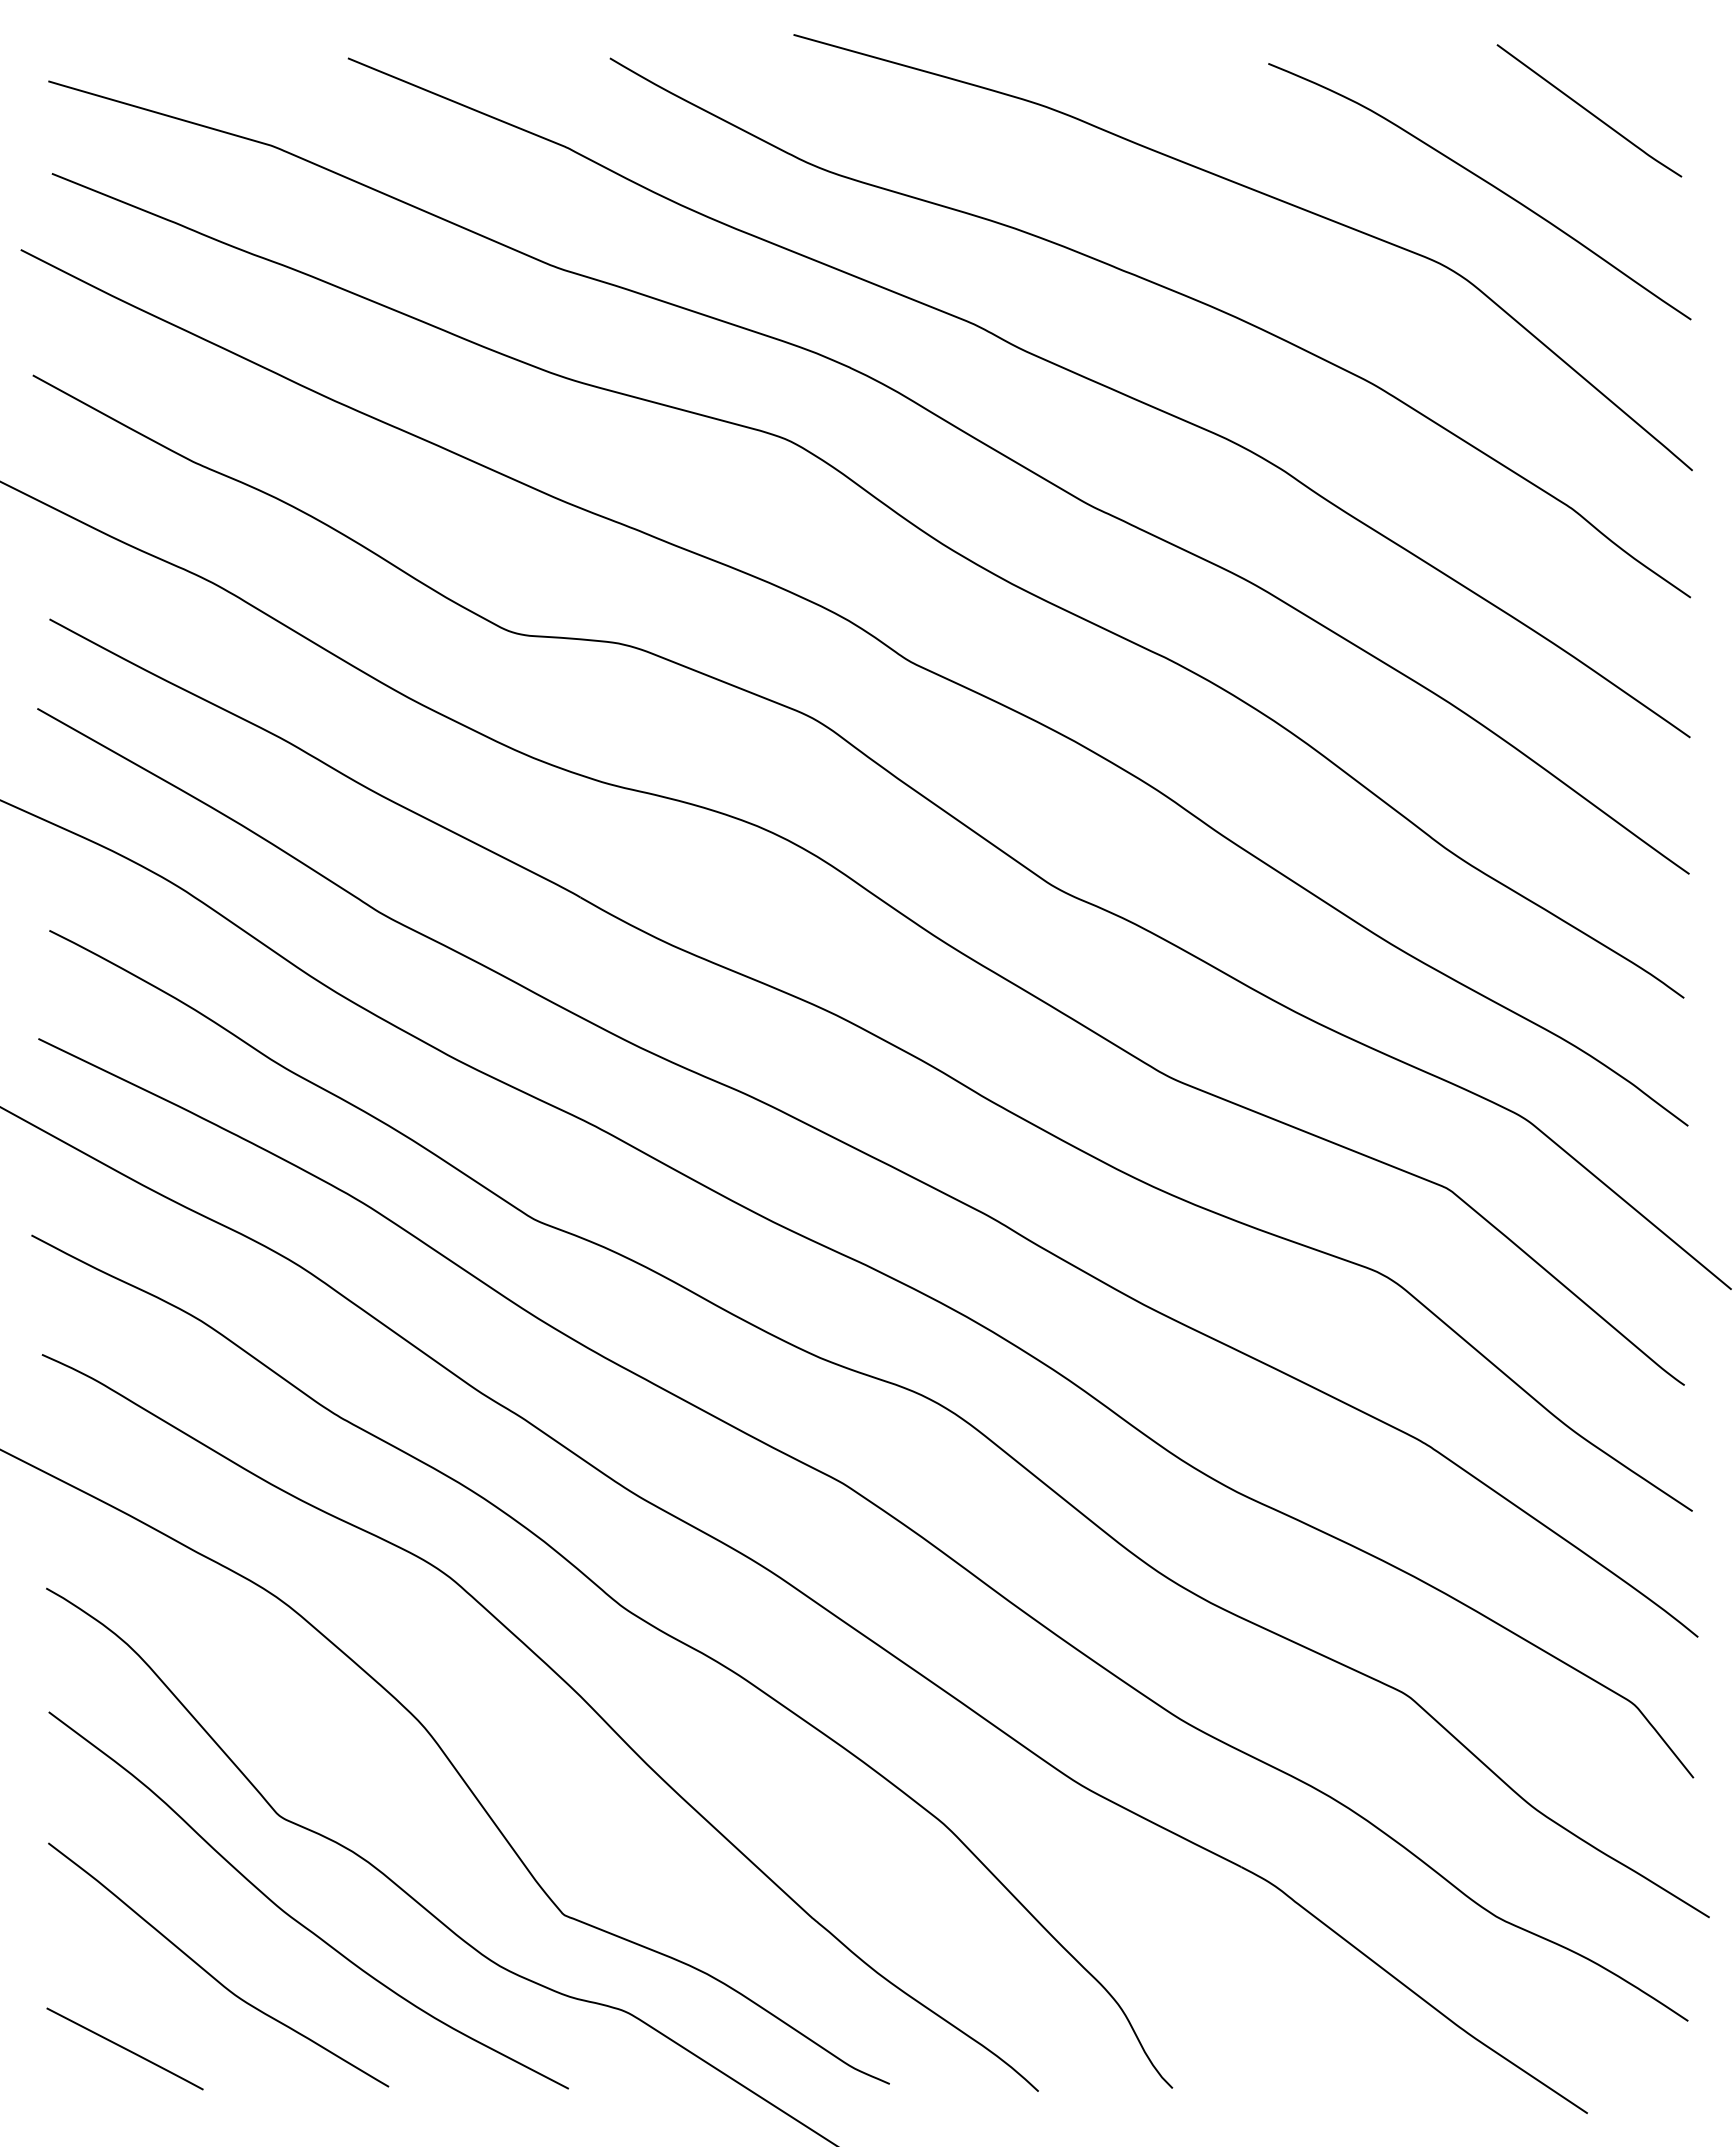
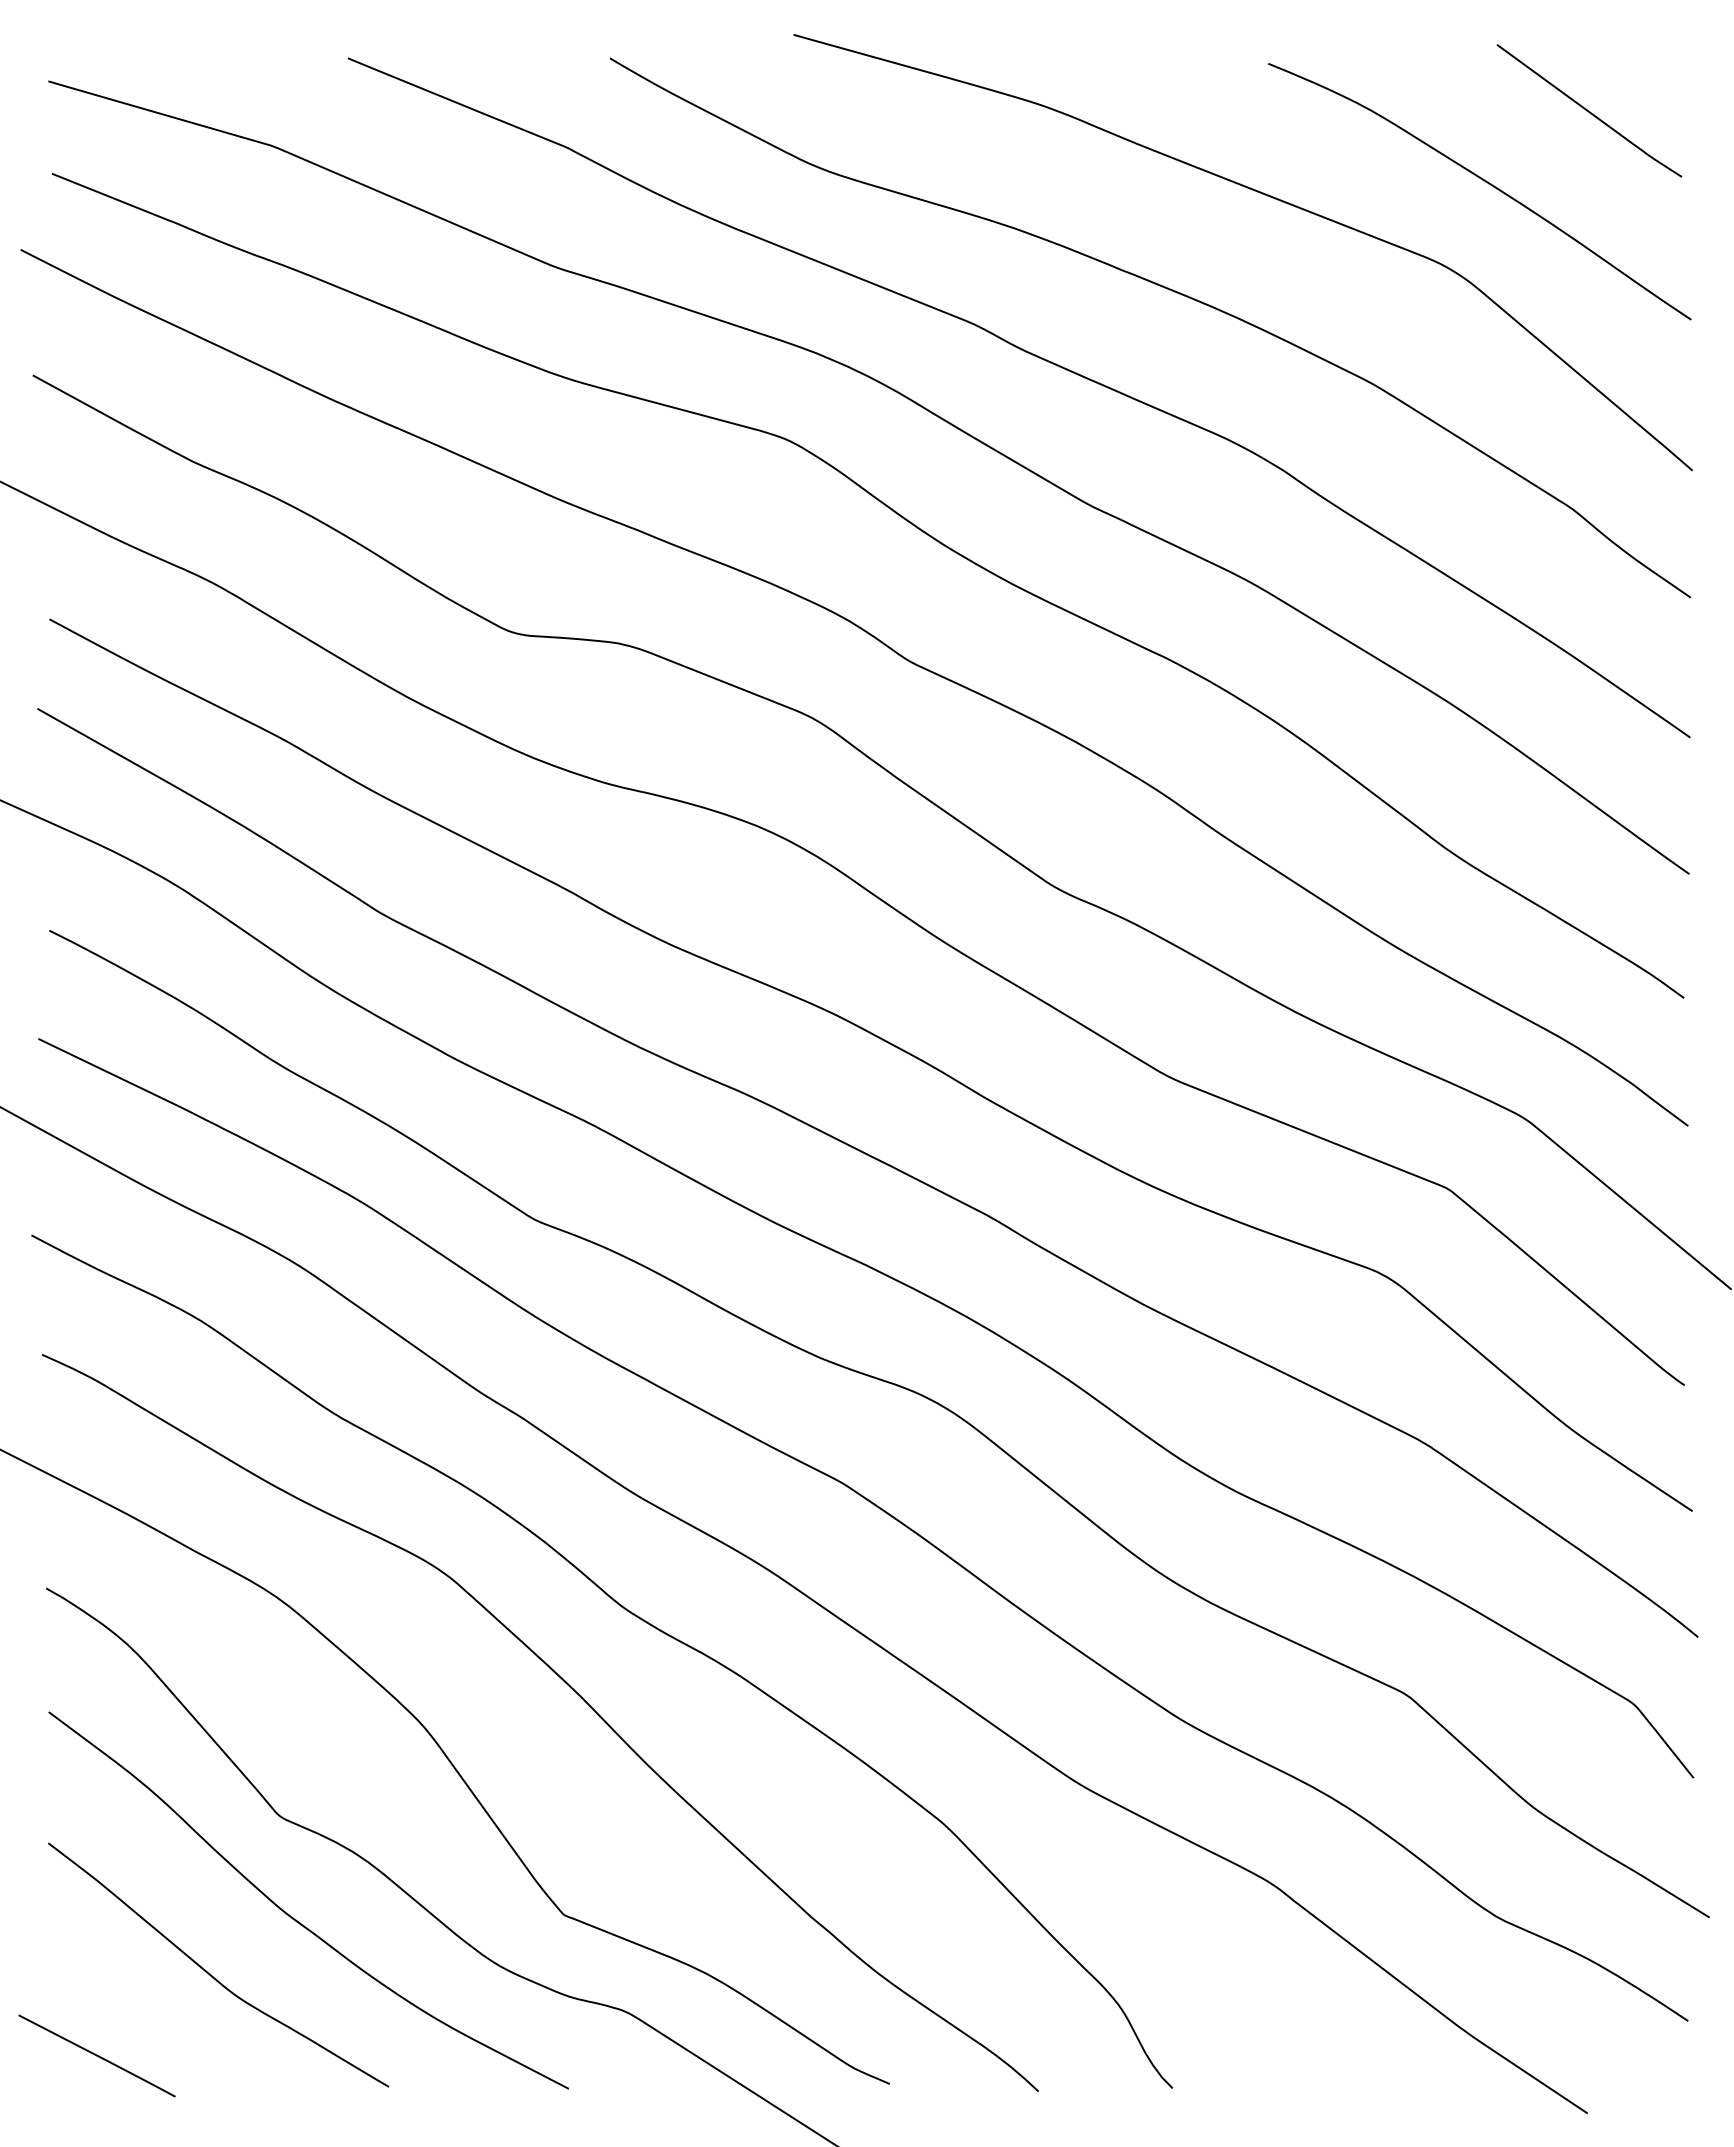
line at (124, 2048) position: (124, 2048) -> (96, 2055)
